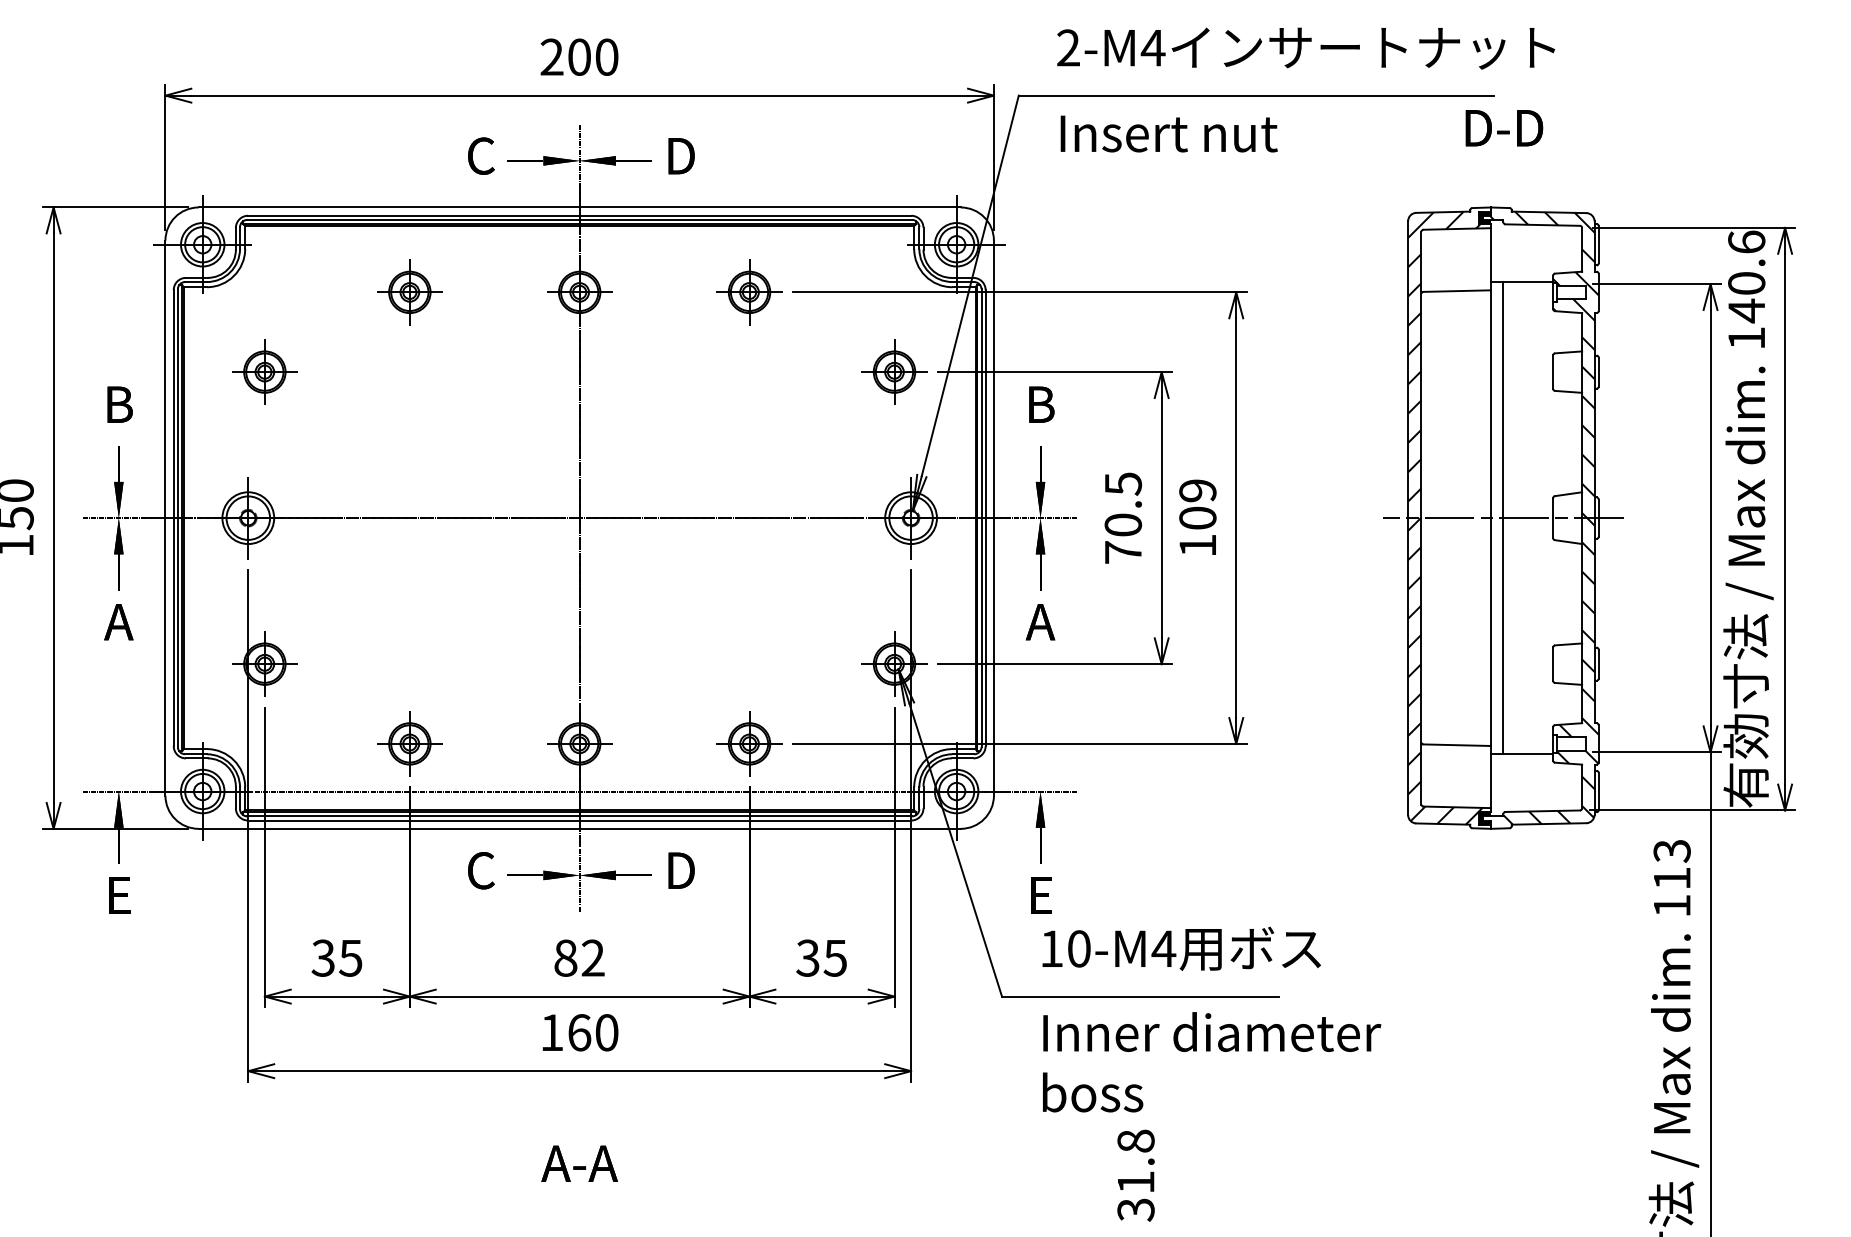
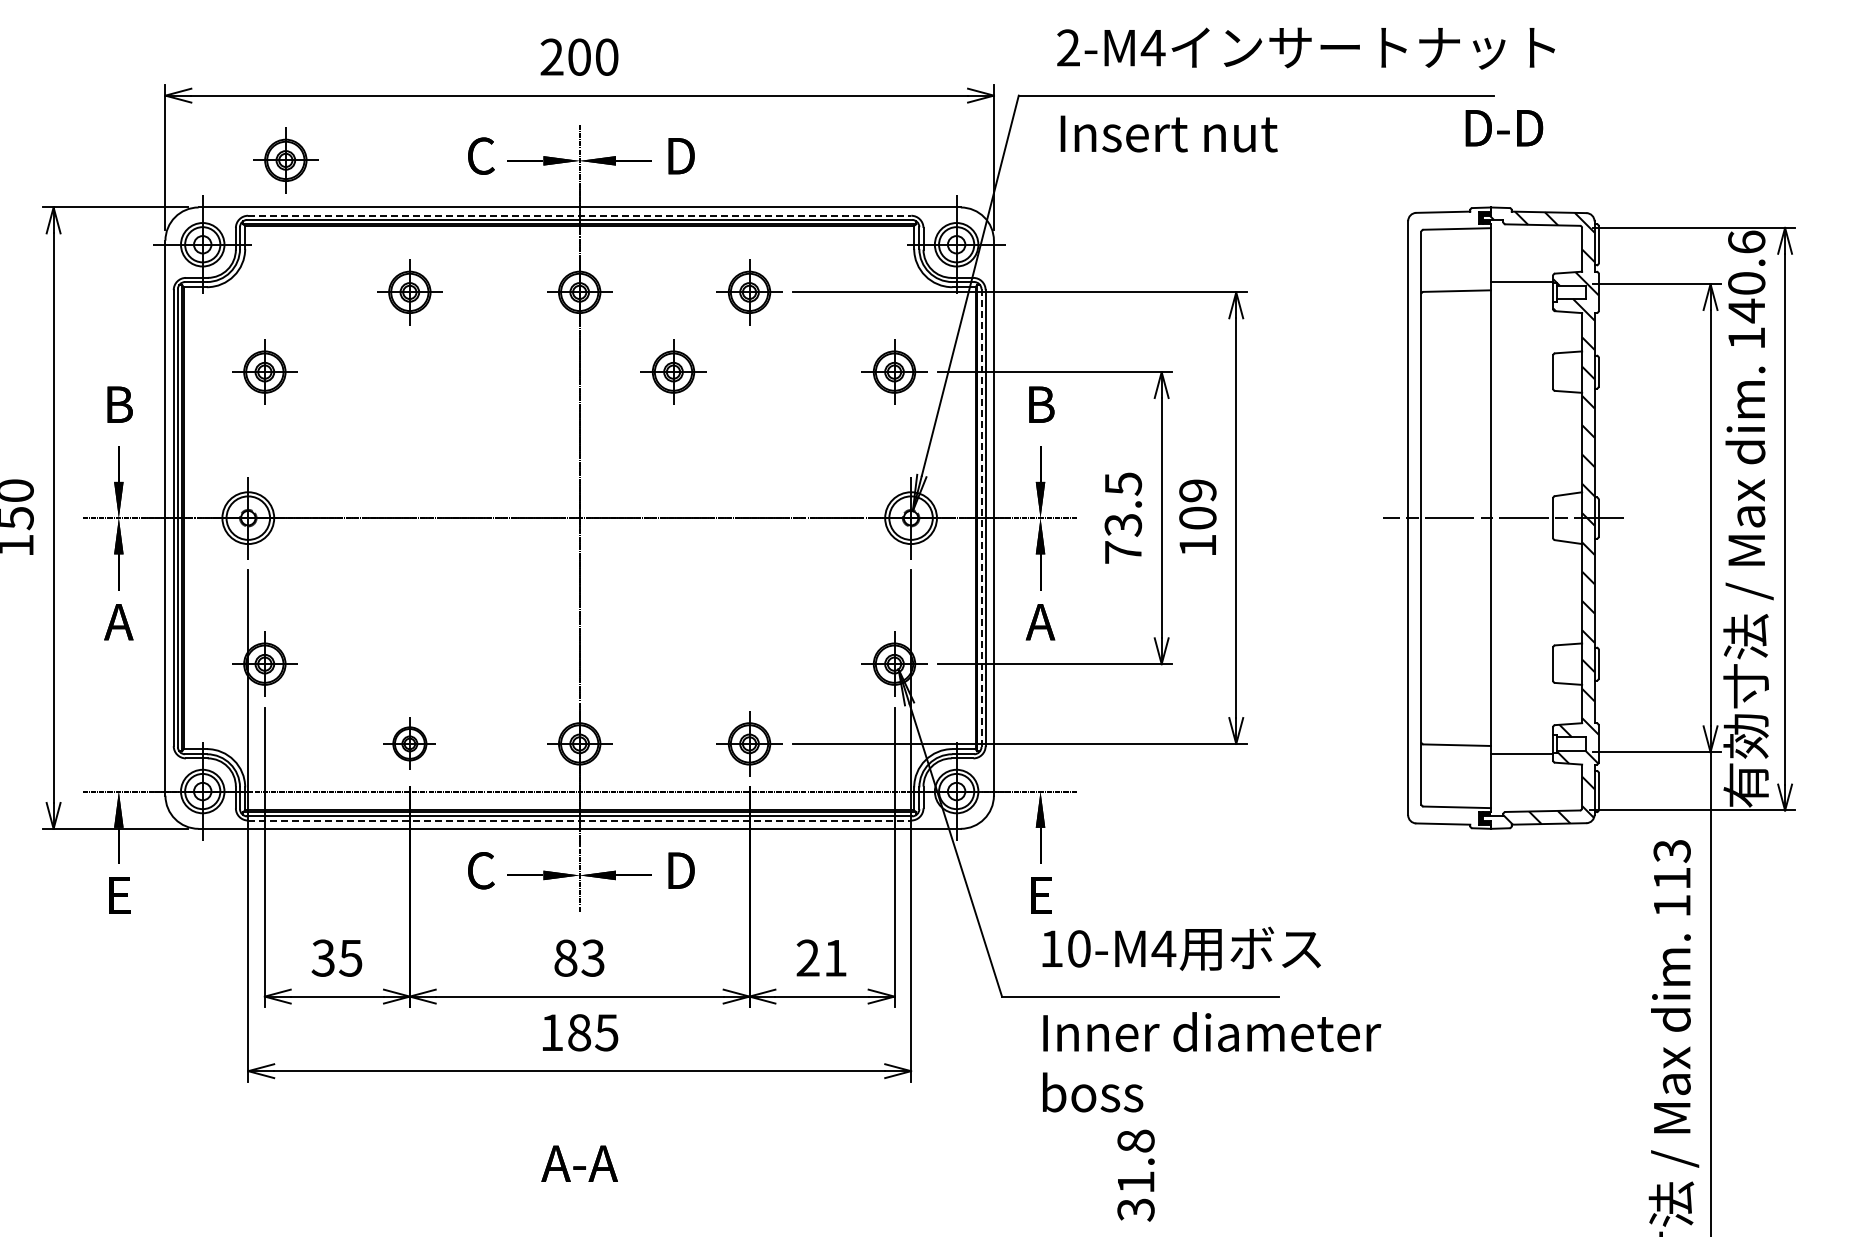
part at (285, 160): none -> present
line at (579, 215): solid -> dashed
part at (673, 371): none -> present
line at (981, 518): solid -> dashed
line at (1503, 518): present -> none
hatch at (1449, 519): present -> none
text at (1122, 524): 70.5 -> 73.5
part at (409, 743) size: 66x66 px -> 53x53 px
line at (579, 820): solid -> dashed
text at (592, 957): 82 -> 83
text at (821, 957): 35 -> 21
text at (593, 1032): 160 -> 185
